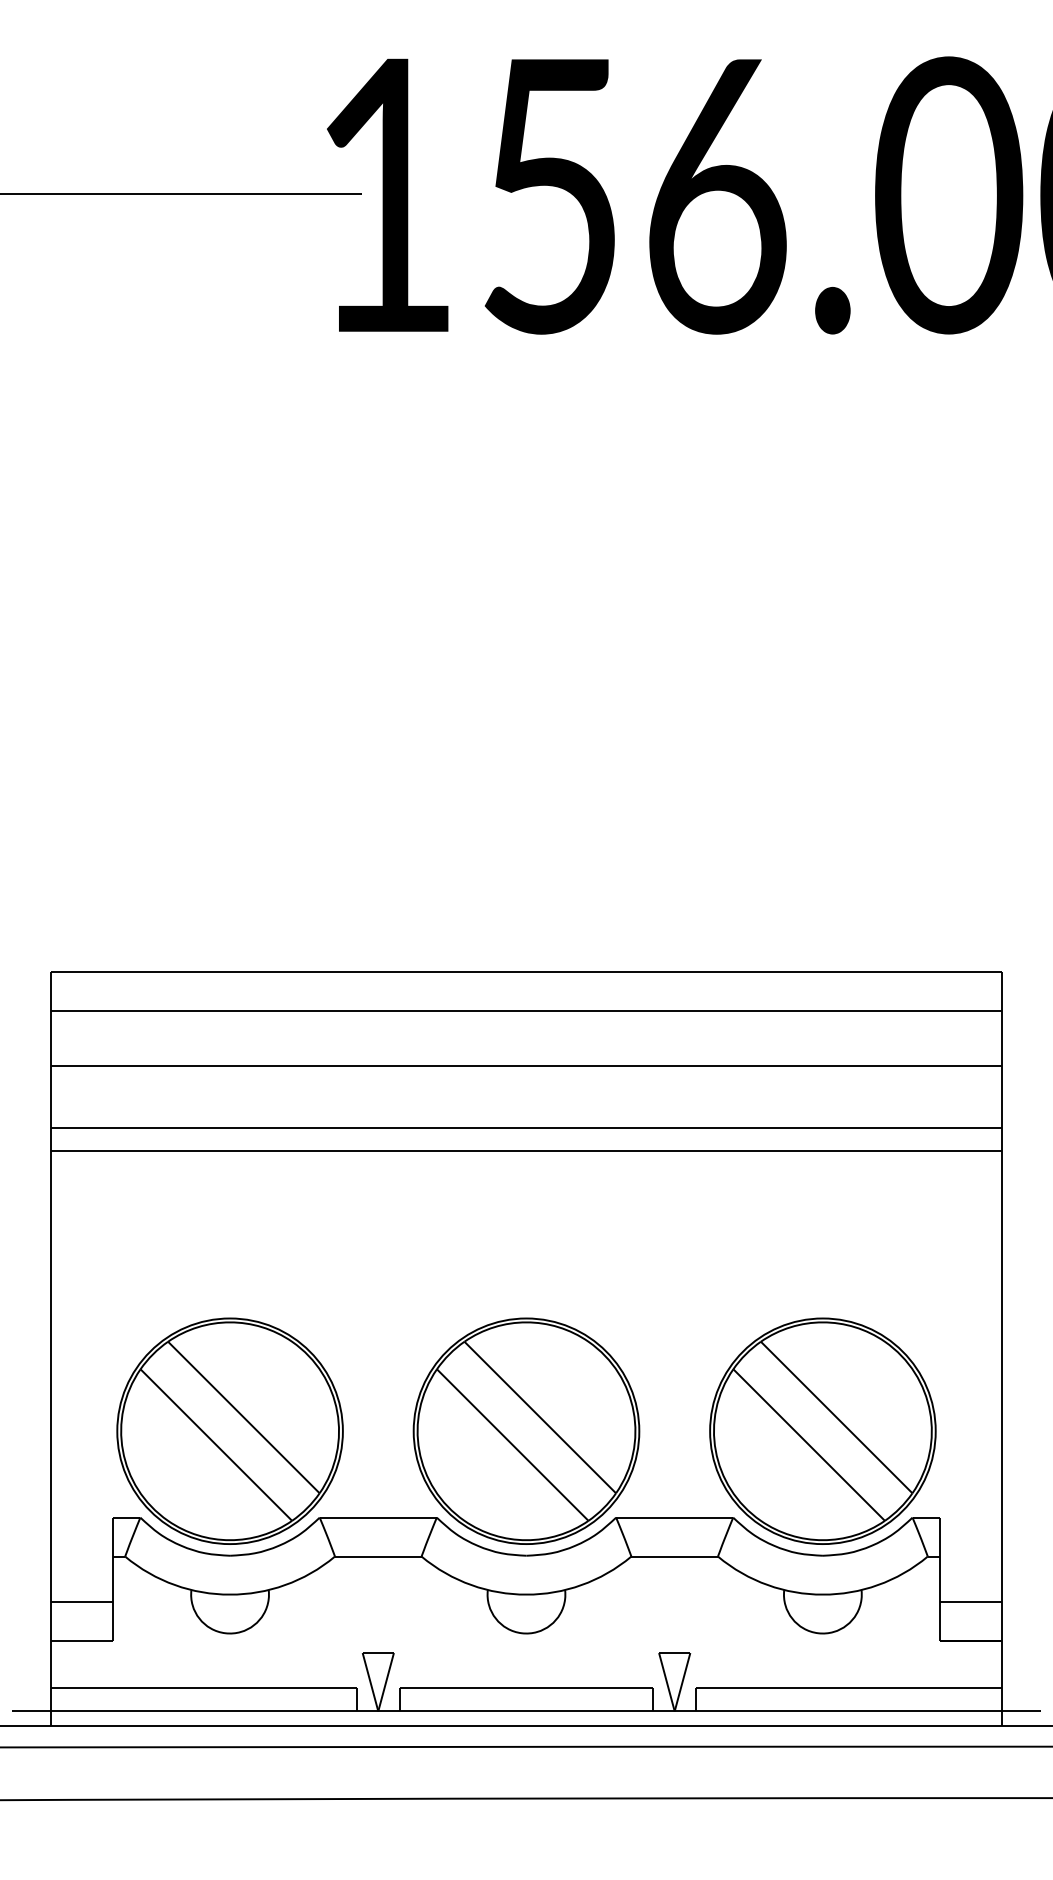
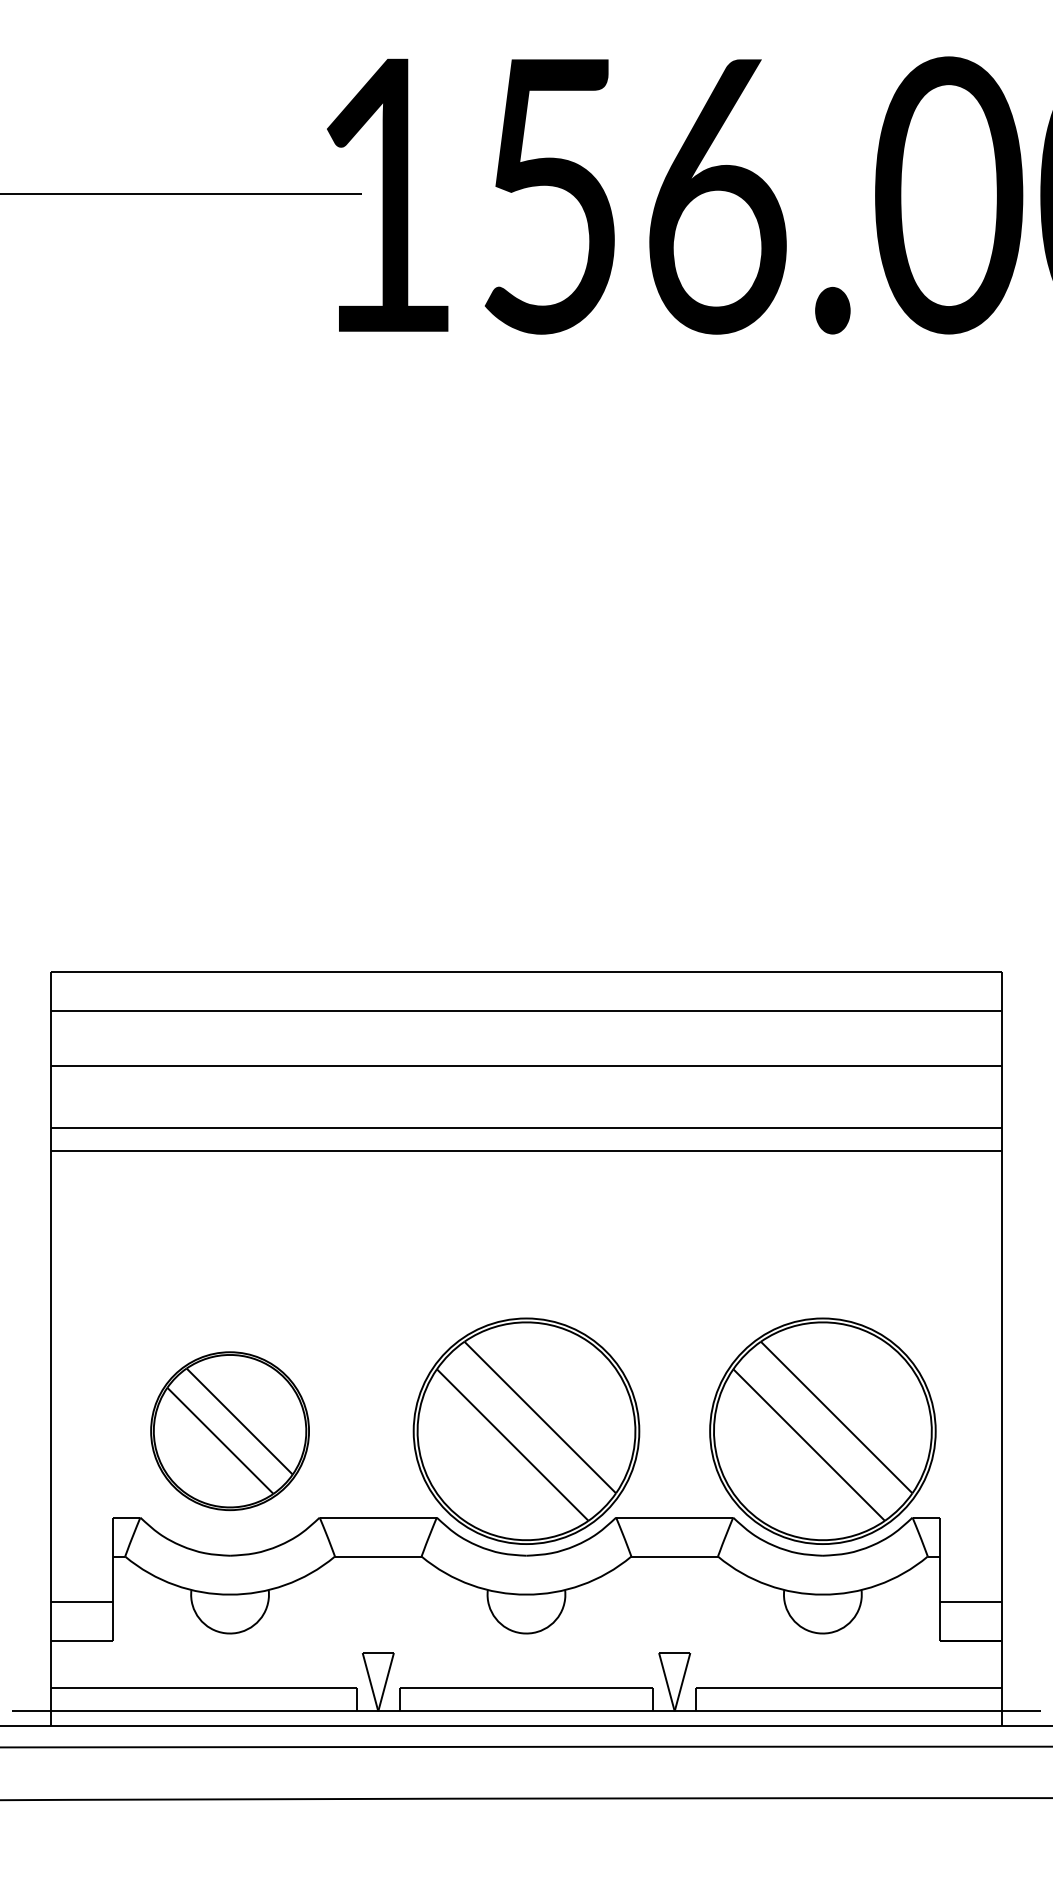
part at (229, 1430) size: 228x228 px -> 160x161 px
